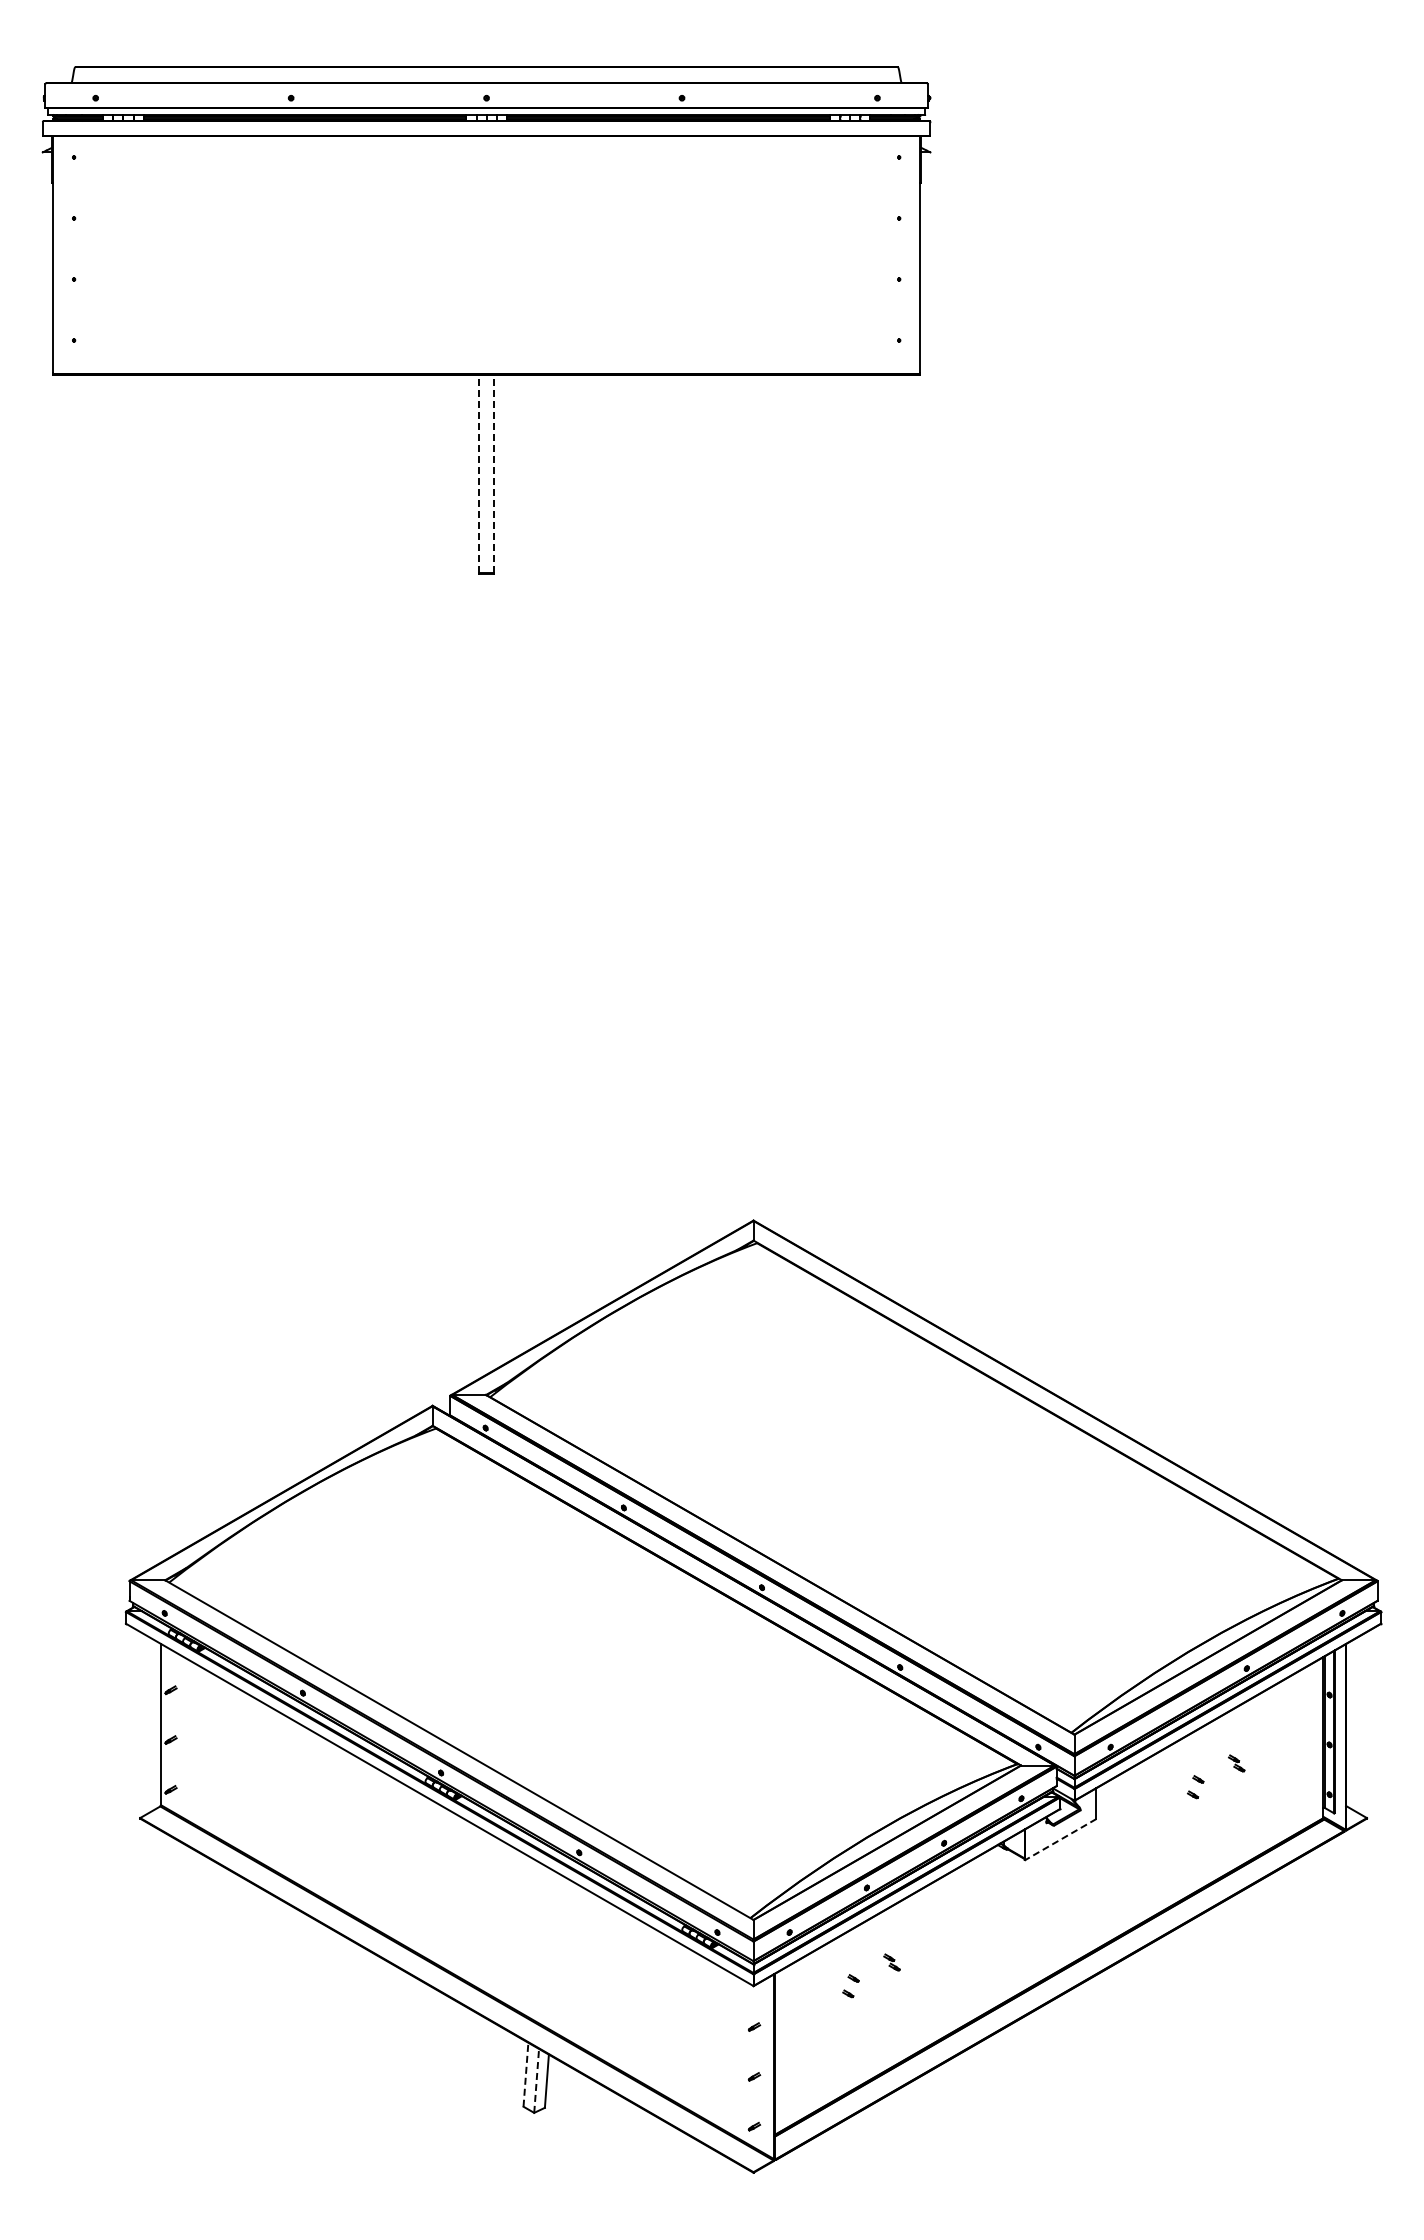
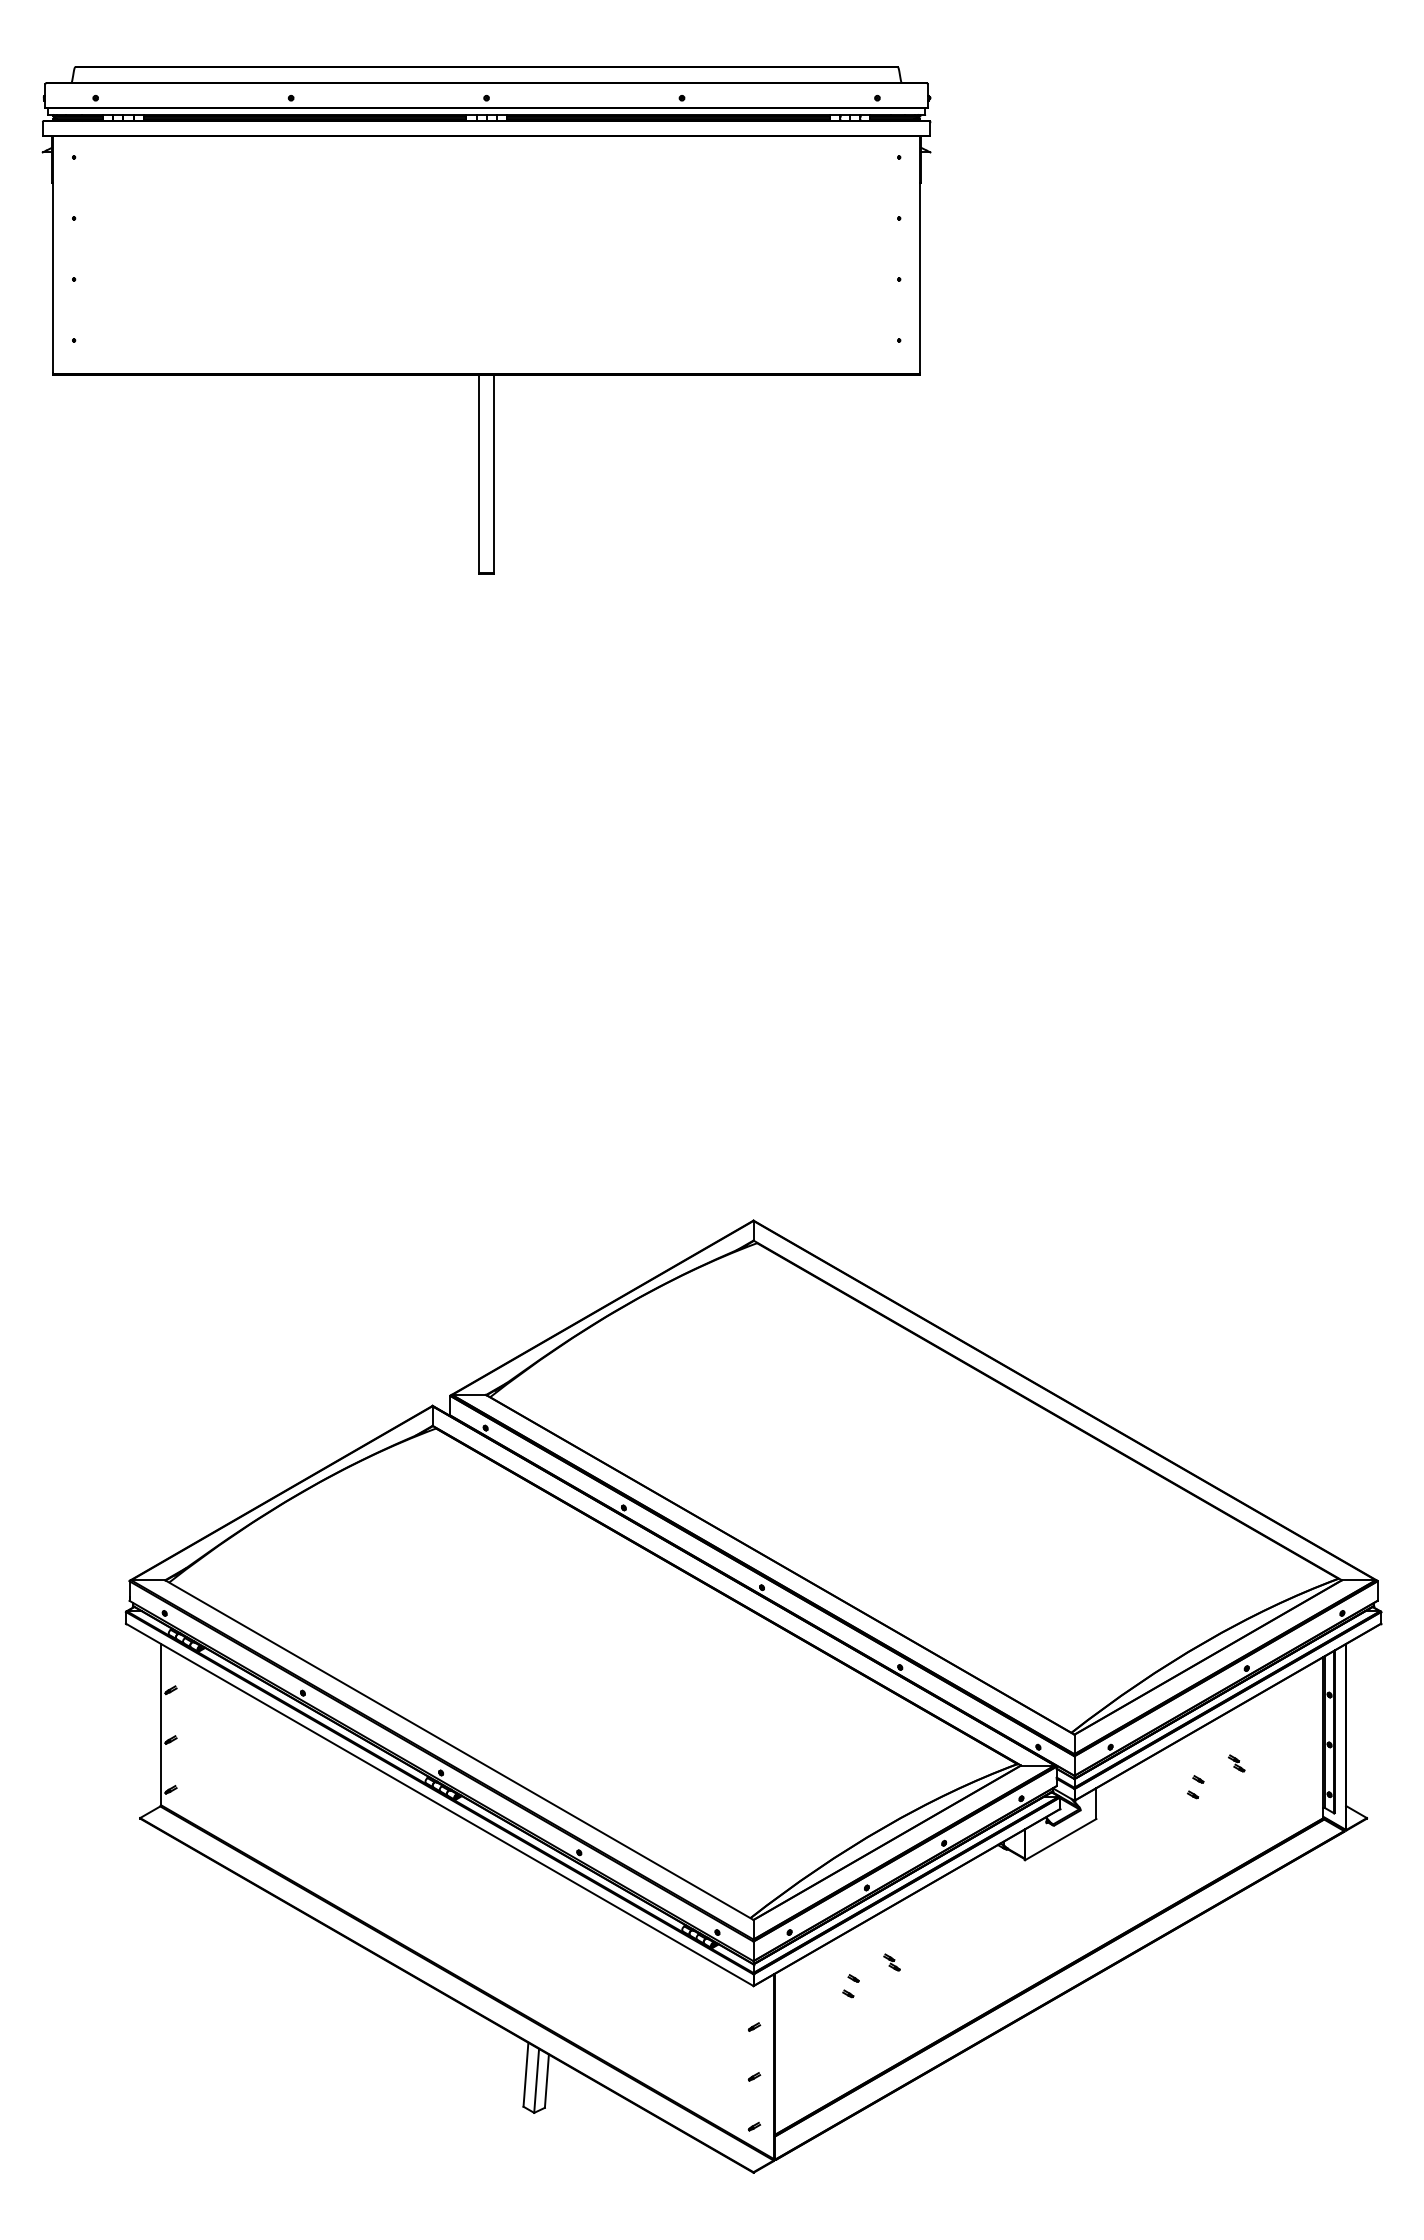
line at (479, 473): dashed -> solid
line at (494, 473): dashed -> solid
line at (1060, 1839): dashed -> solid
line at (525, 2074): dashed -> solid
line at (536, 2080): dashed -> solid
